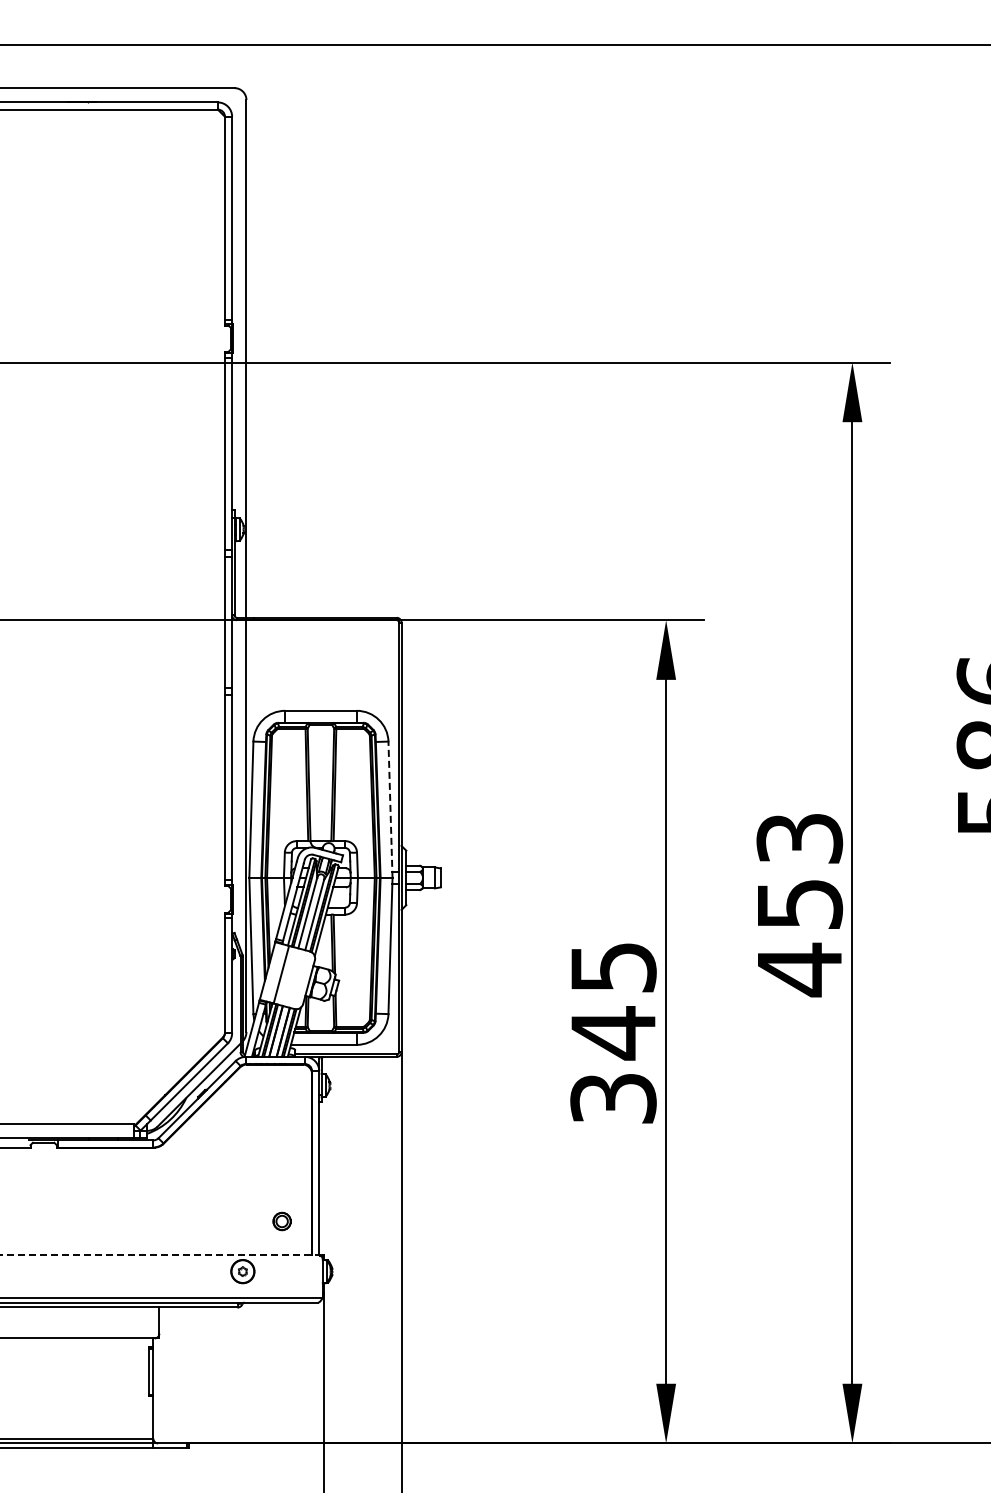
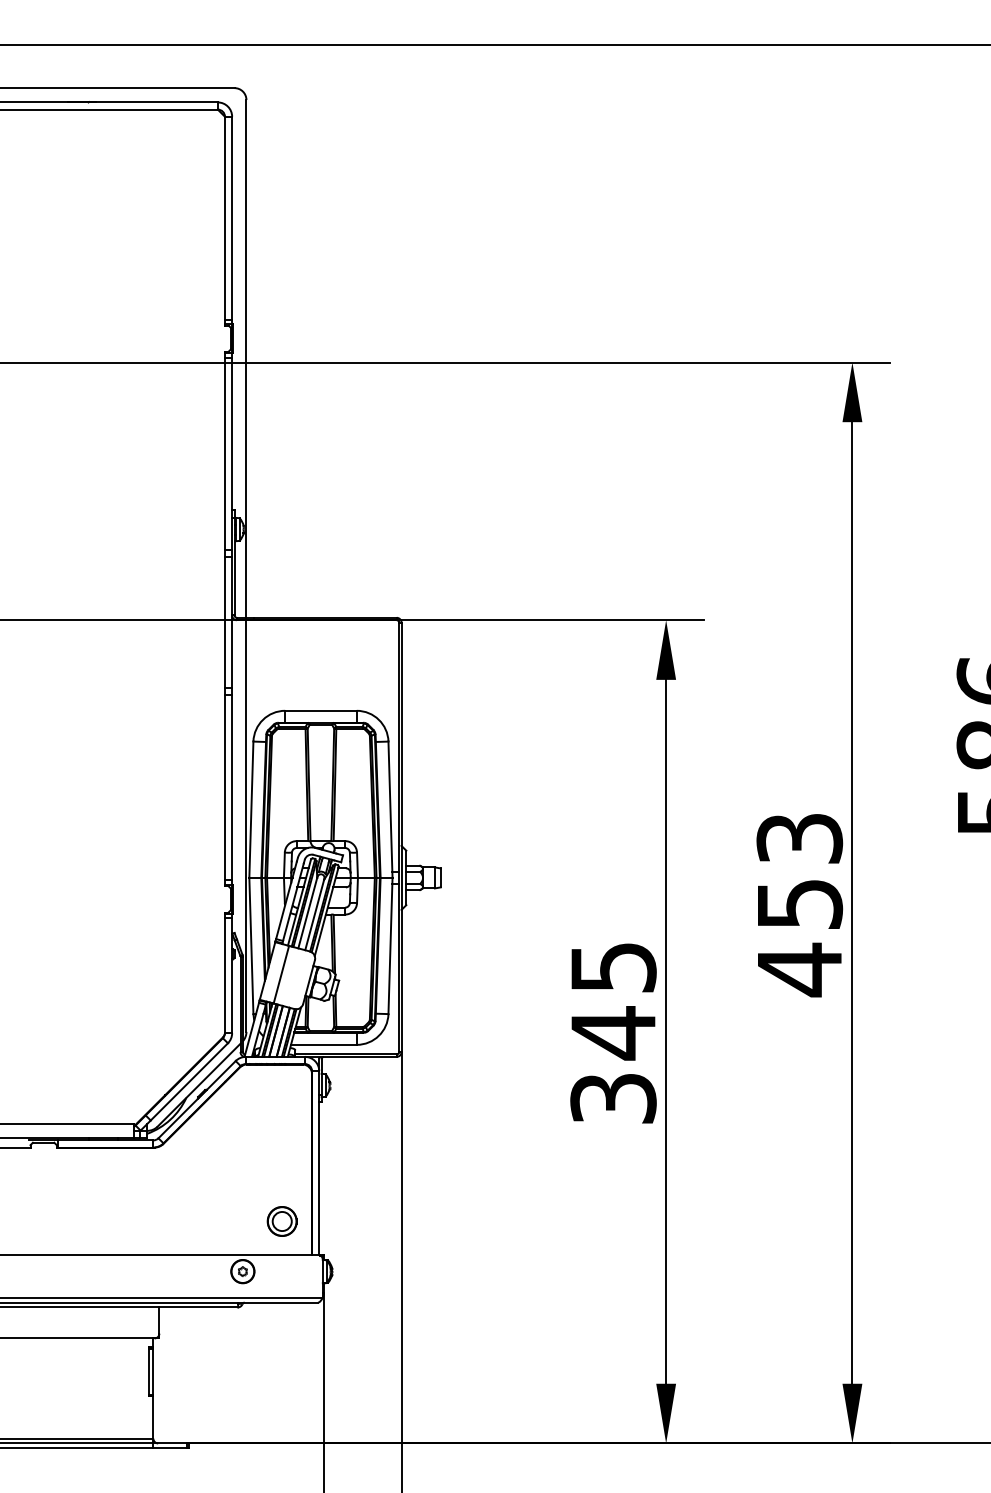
line at (390, 809): dashed -> solid
part at (281, 1221) size: 20x21 px -> 32x31 px
line at (159, 1254): dashed -> solid
